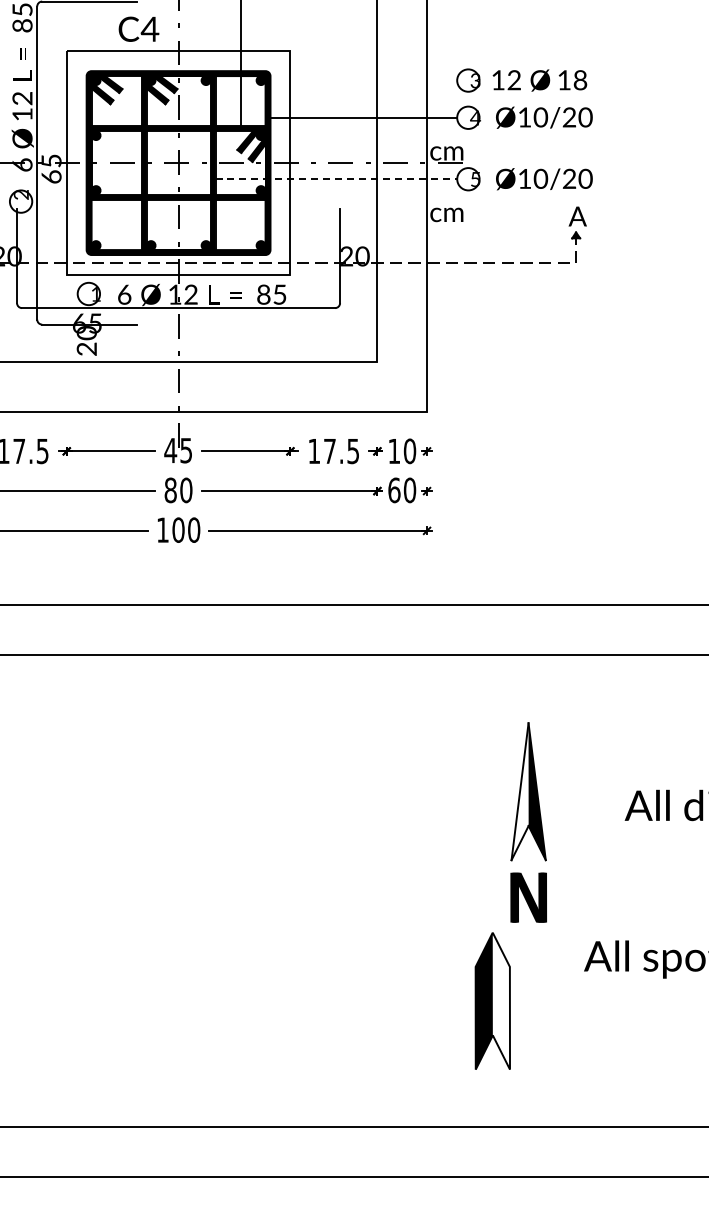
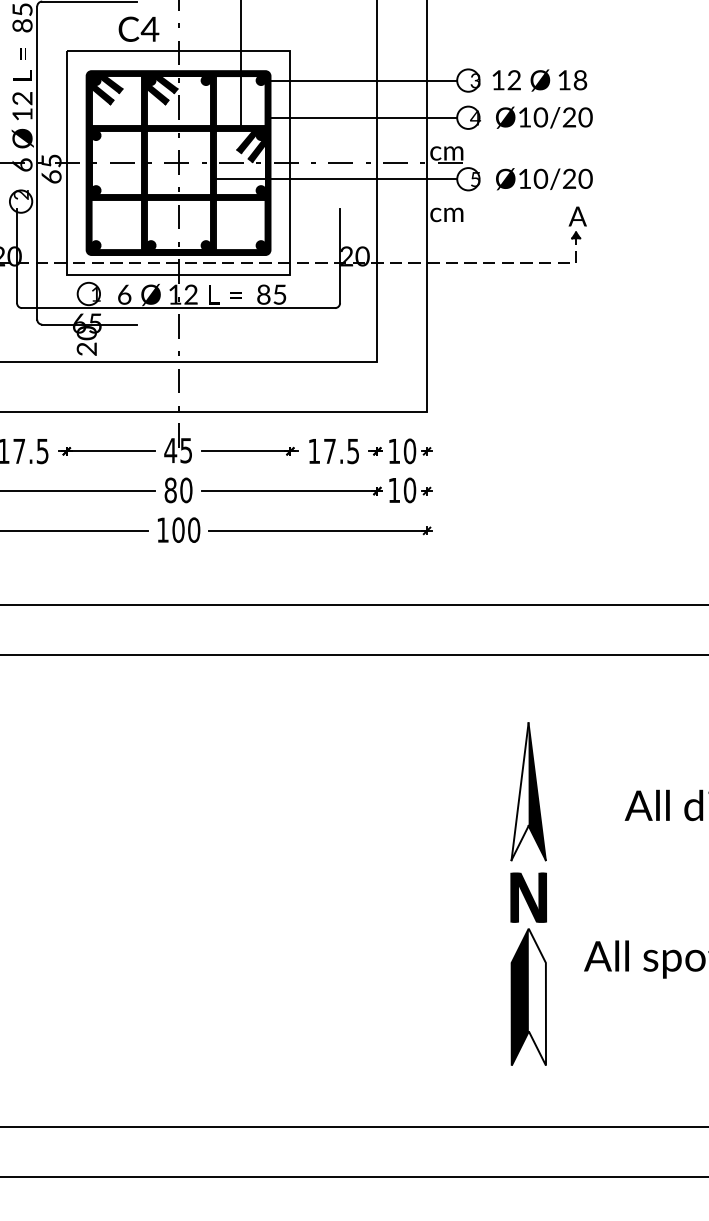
line at (361, 80): none -> present
line at (336, 179): dashed -> solid
text at (394, 490): 60 -> 10
part at (492, 1000) position: (492, 1000) -> (528, 996)
